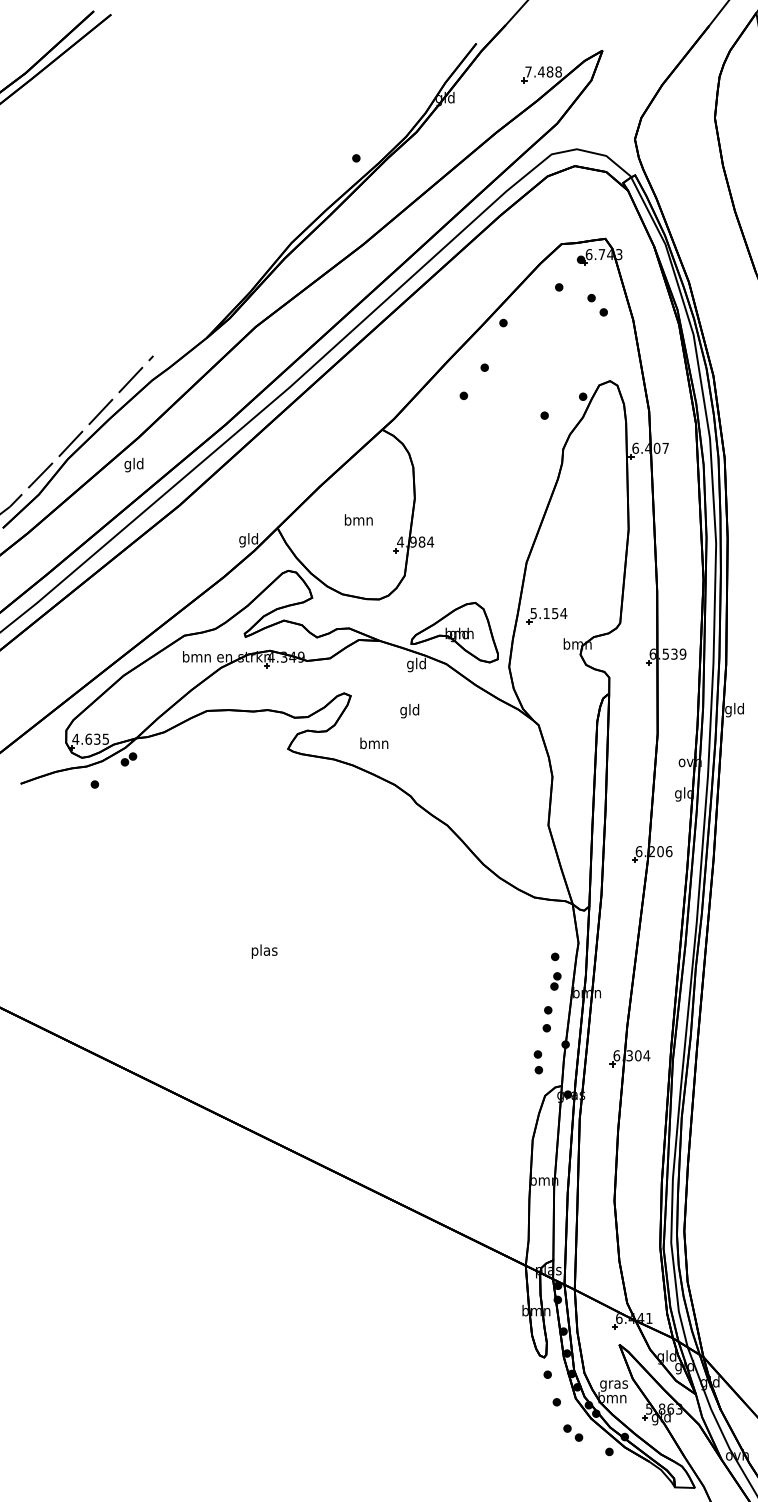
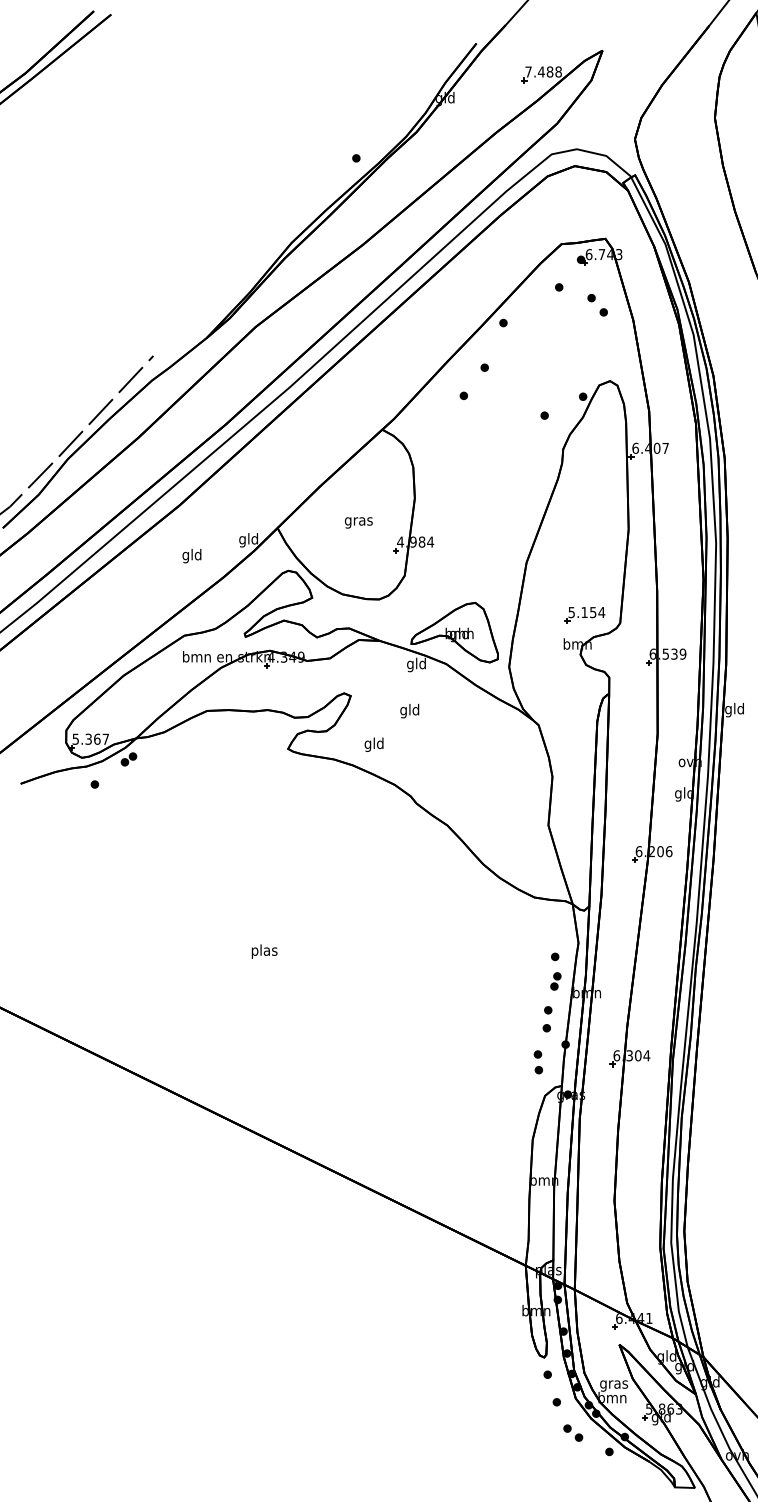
text at (133, 464) position: (133, 464) -> (191, 555)
text at (358, 521): bmn -> gras
part at (546, 616) position: (546, 616) -> (584, 615)
text at (90, 738): 4.635 -> 5.367
text at (374, 744): bmn -> gld
